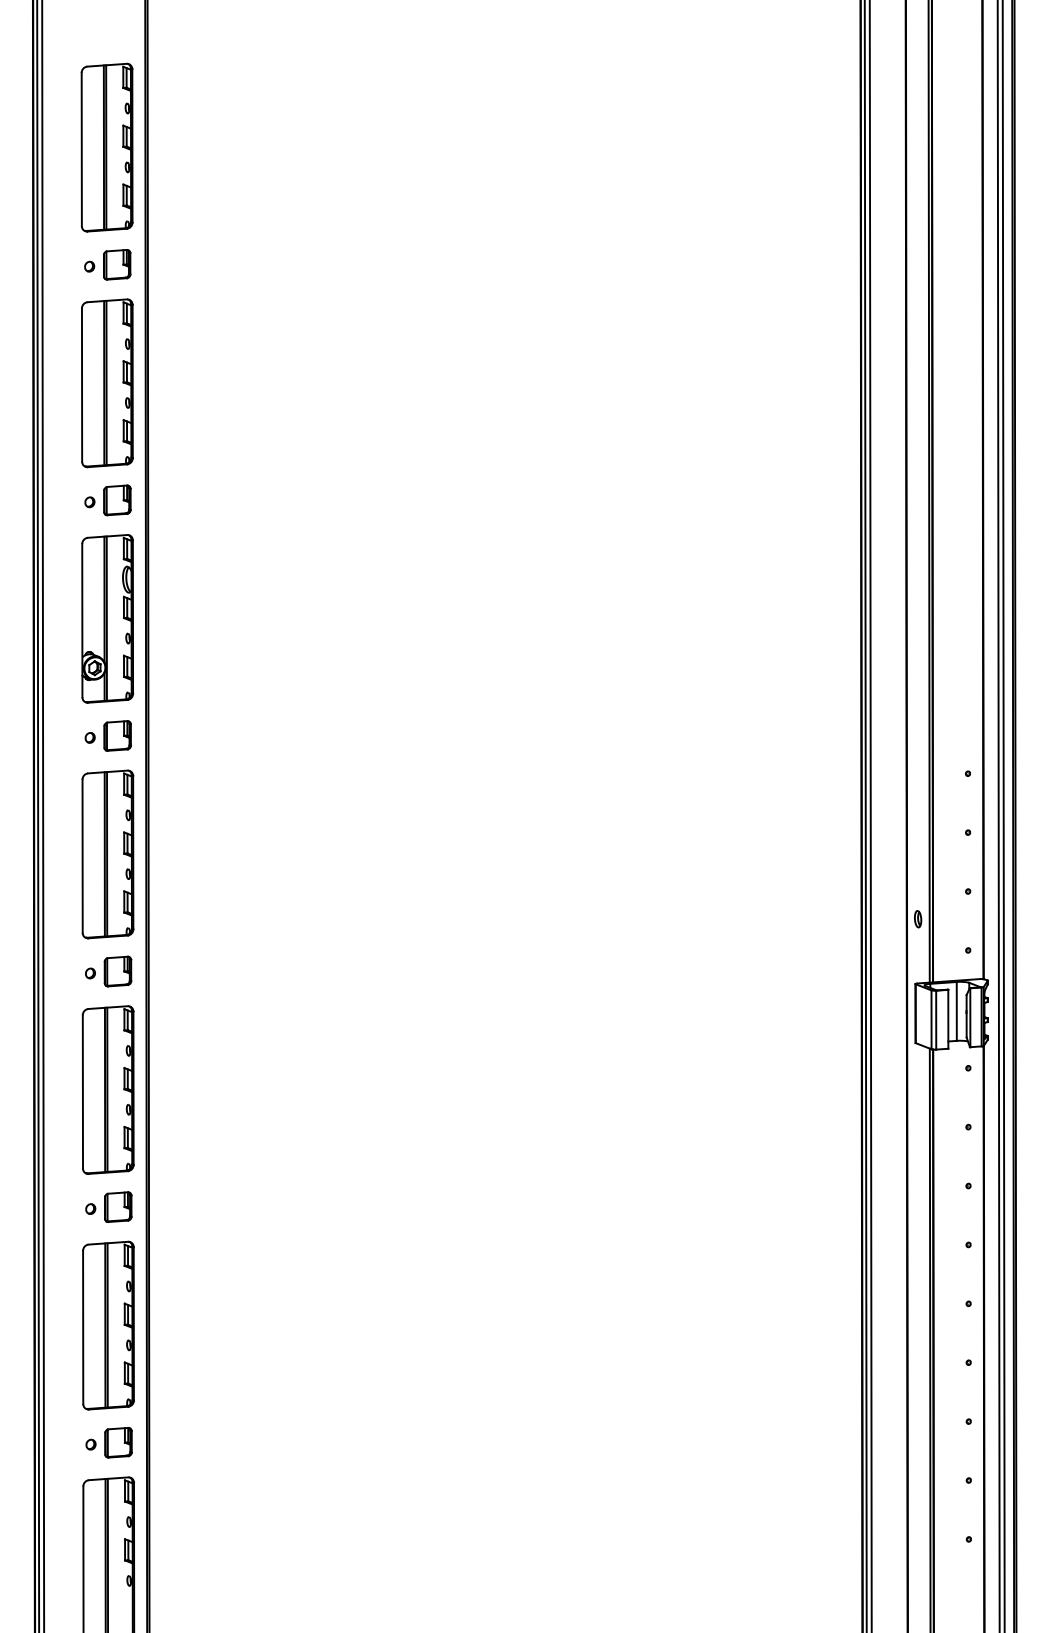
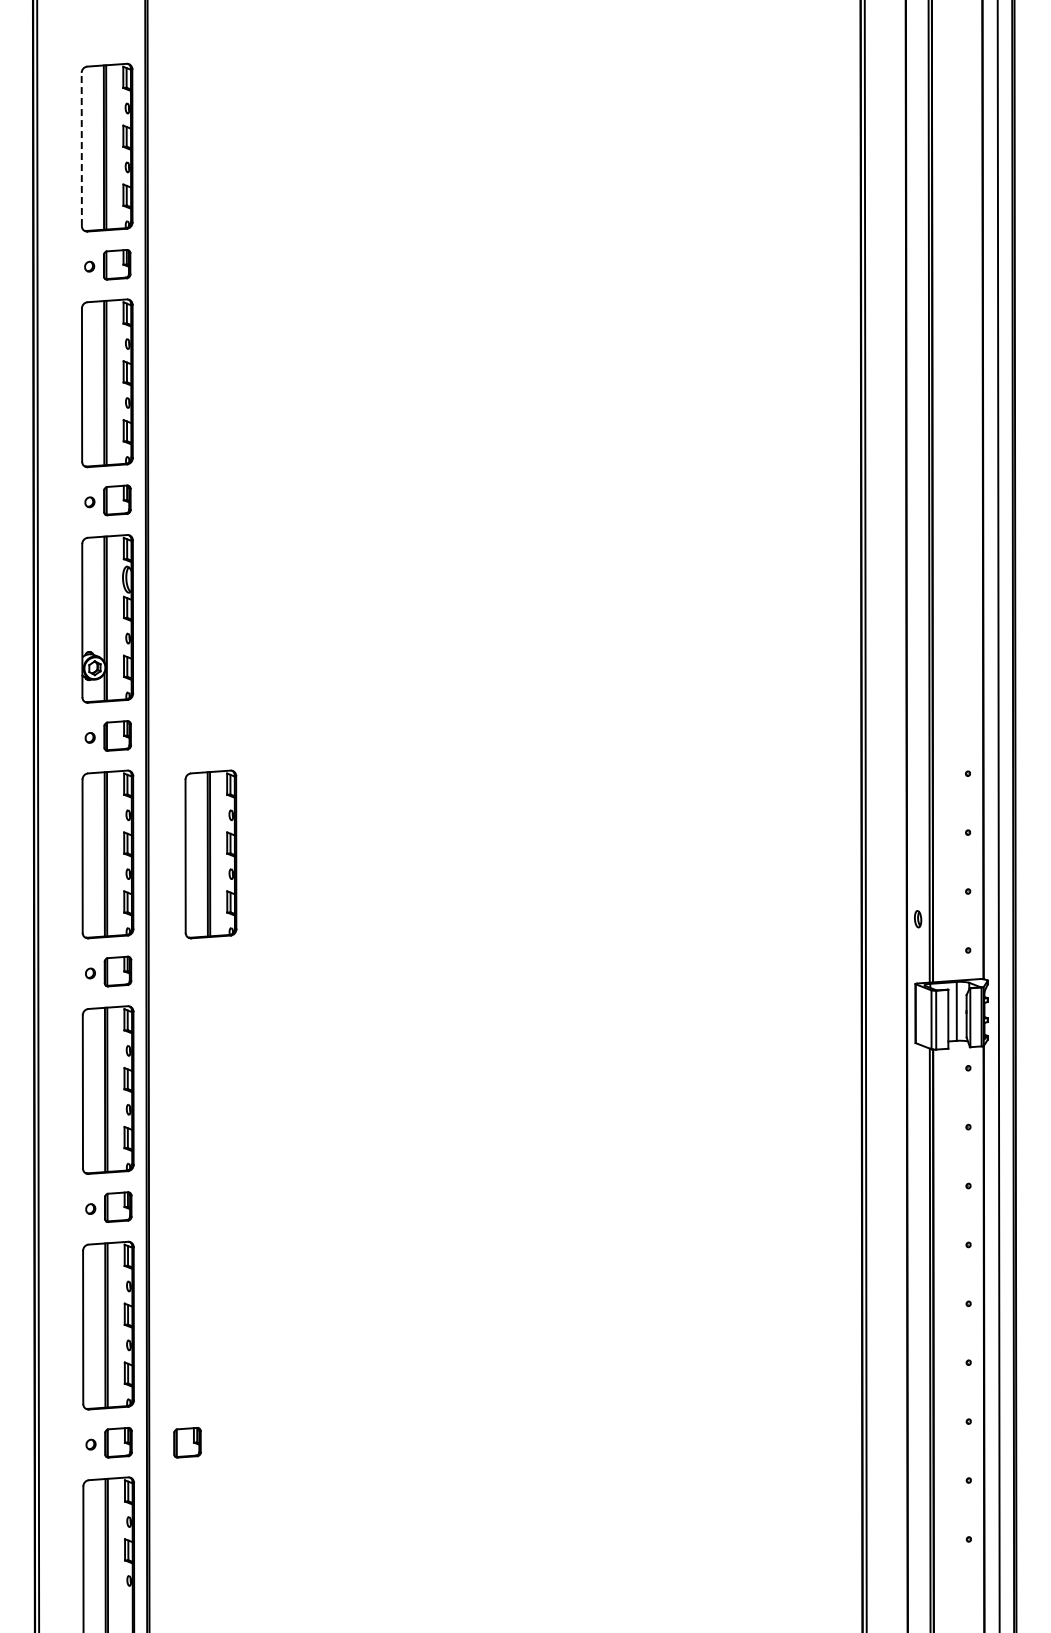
line at (81, 149): solid -> dashed
line at (43, 815): present -> none
line at (870, 815): present -> none
line at (1003, 815): present -> none
part at (210, 854): none -> present
part at (187, 1442): none -> present
